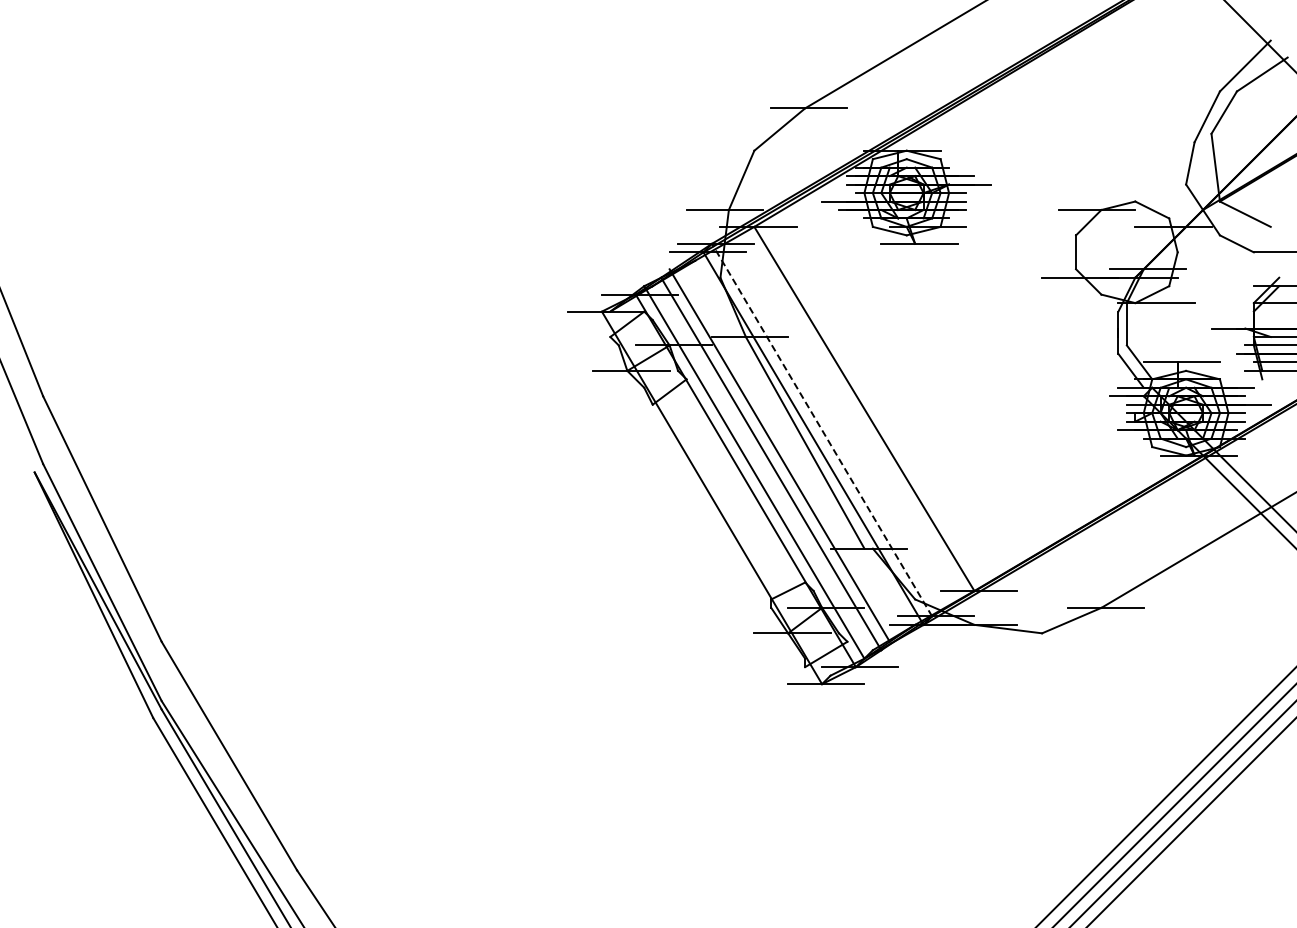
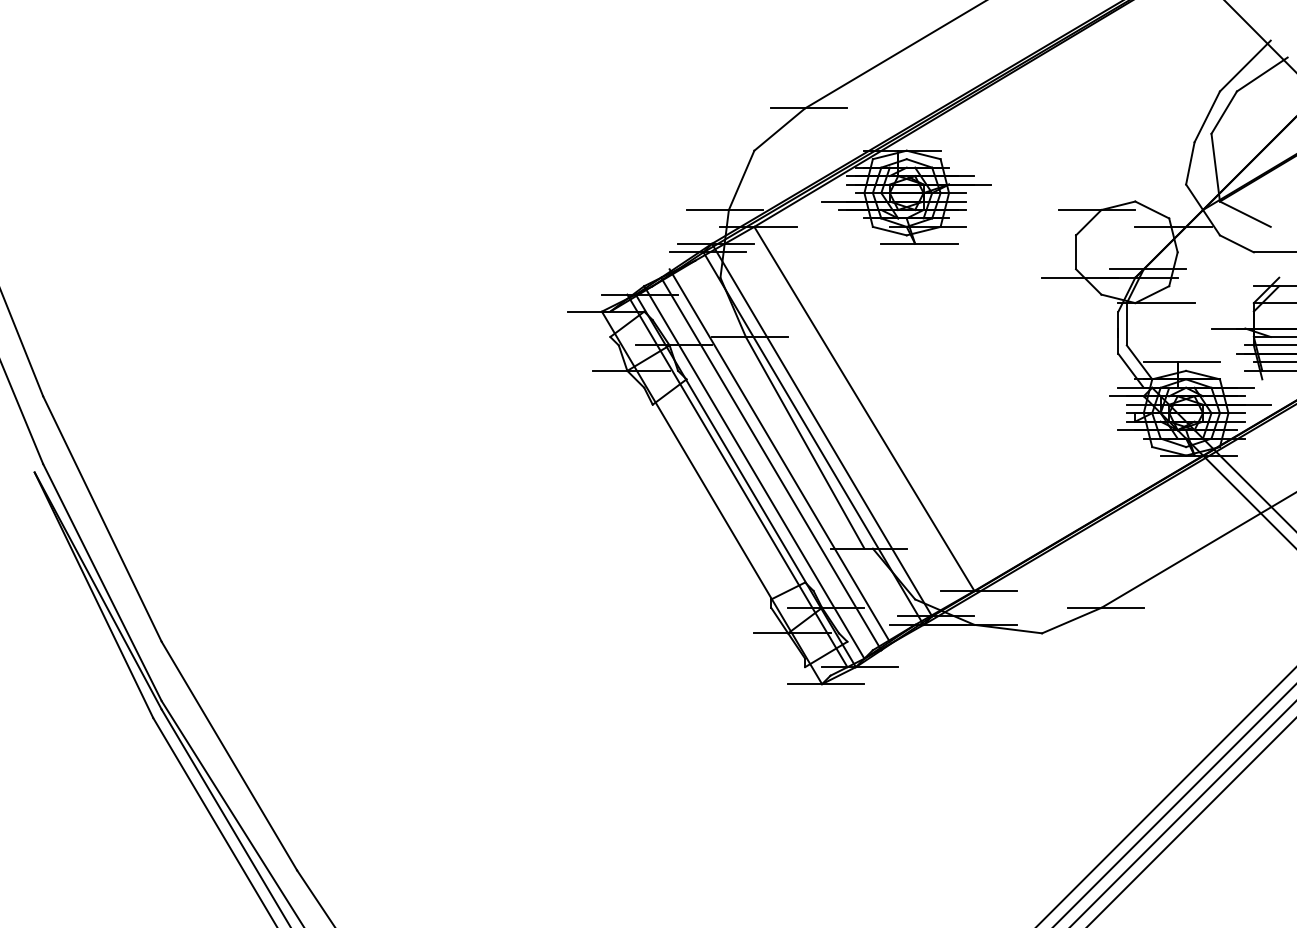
line at (821, 429): dashed -> solid
line at (737, 480): none -> present
